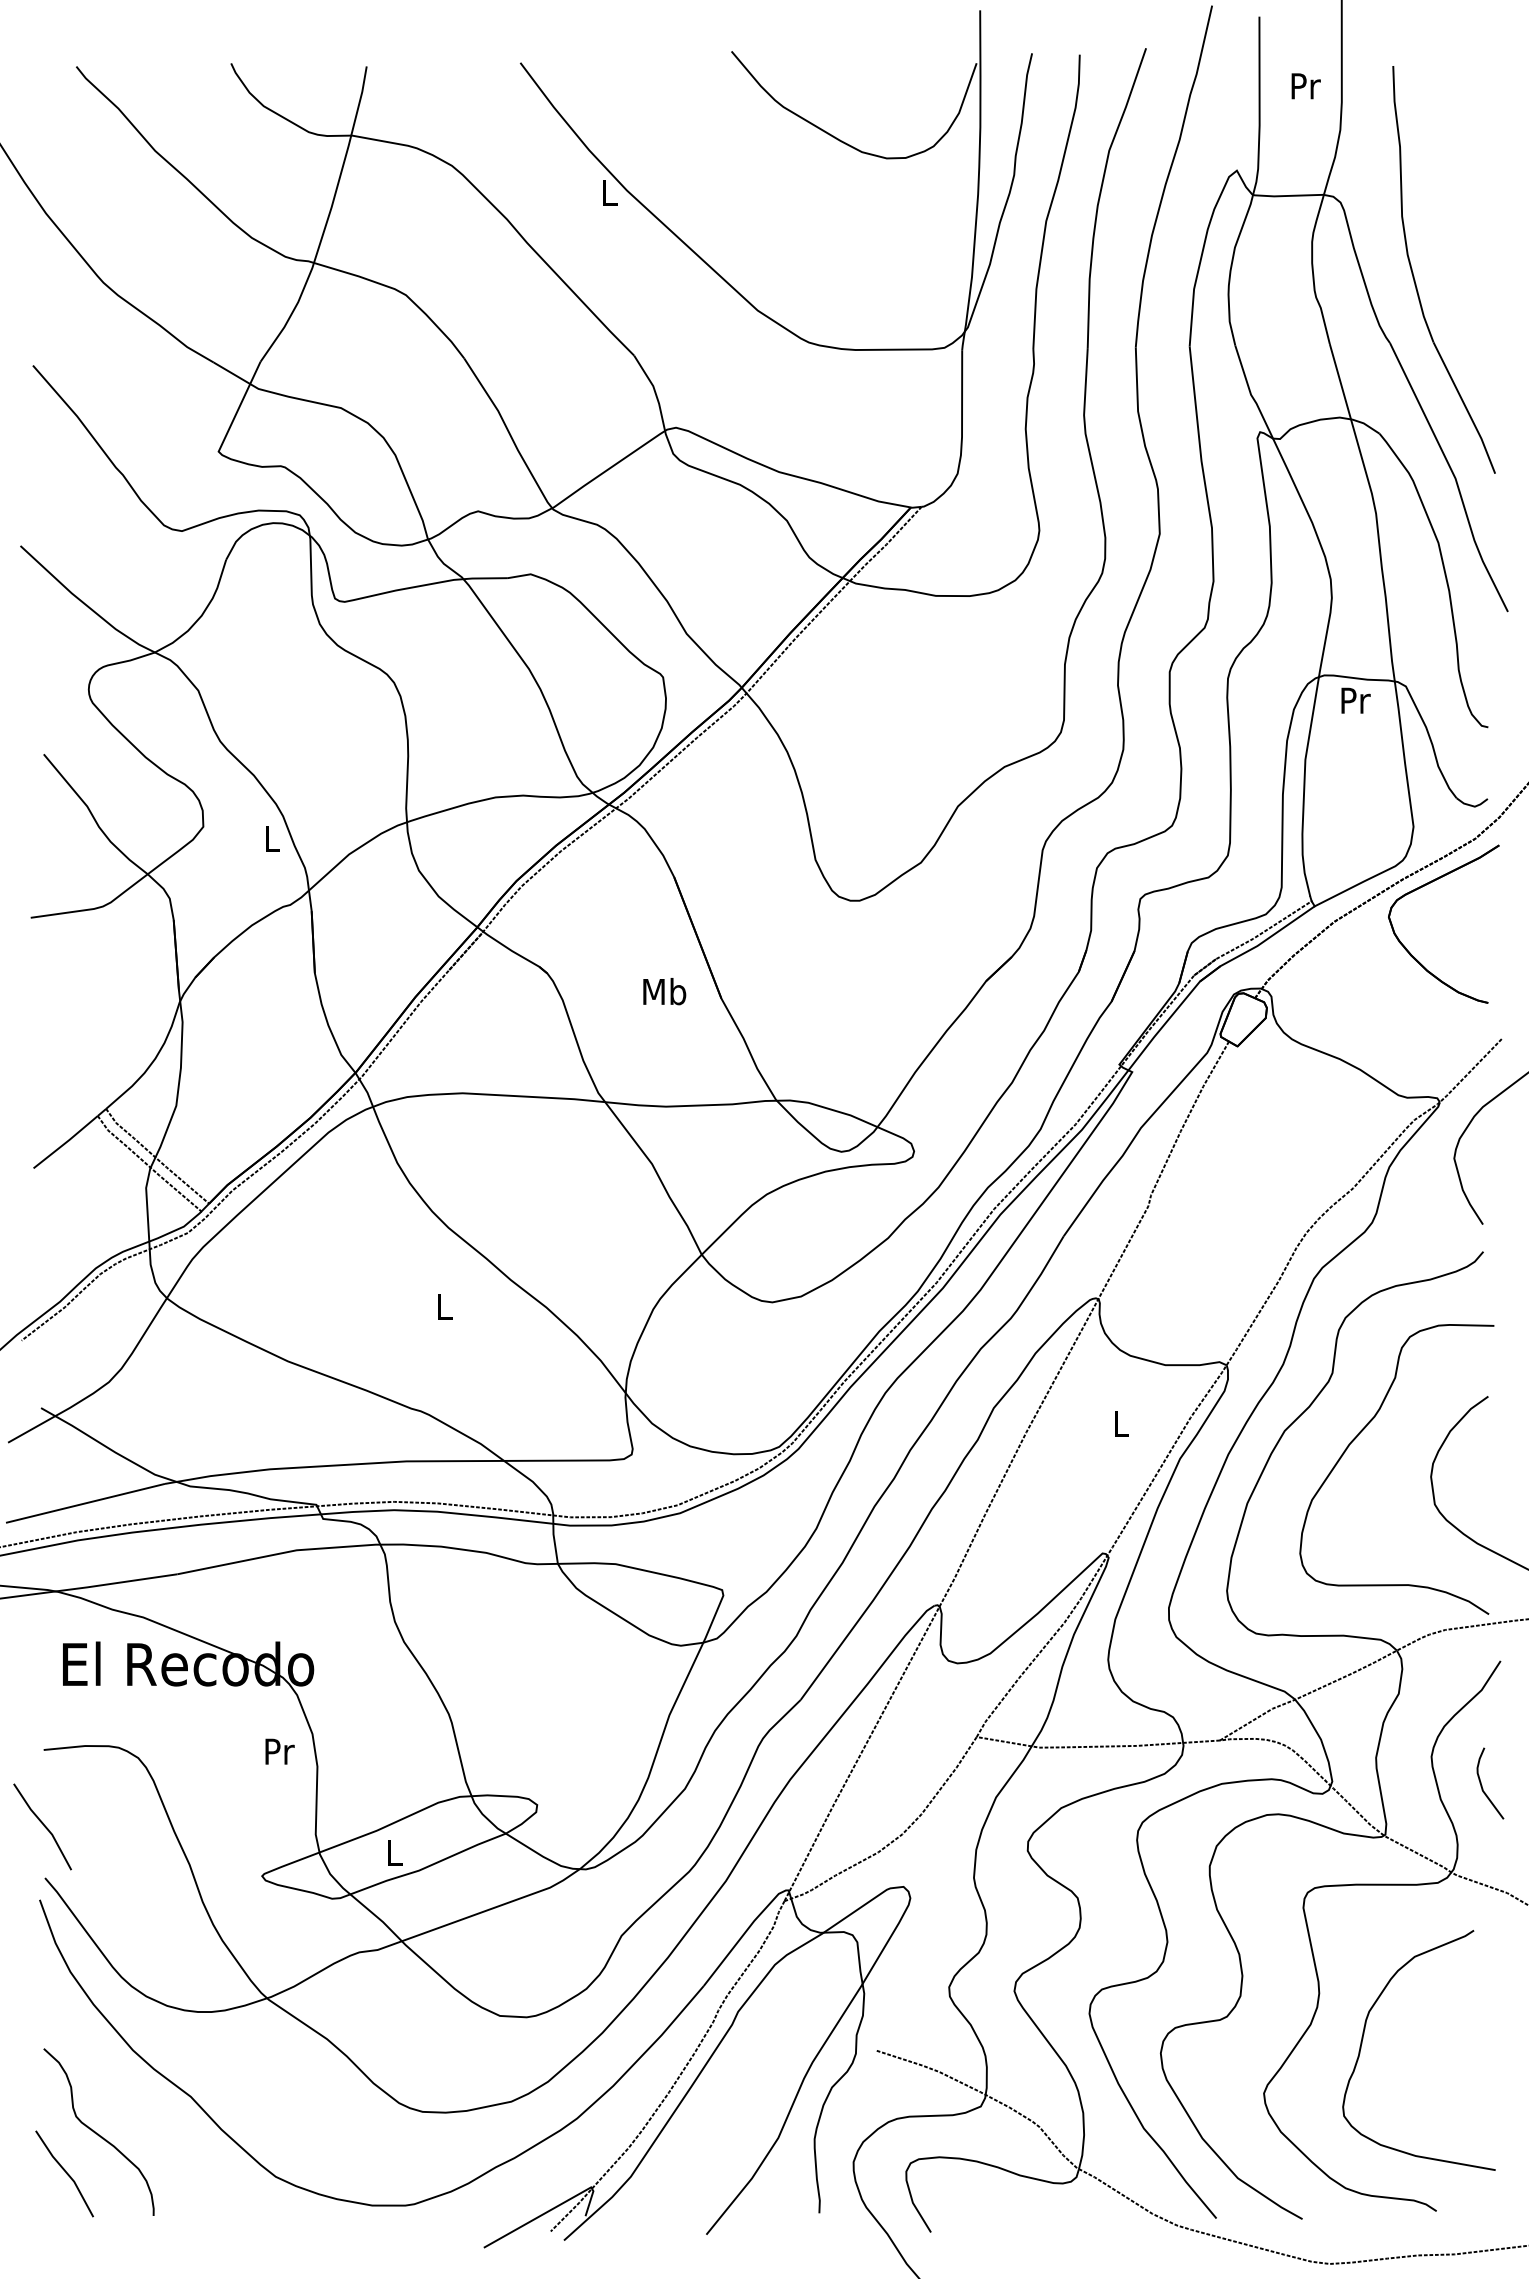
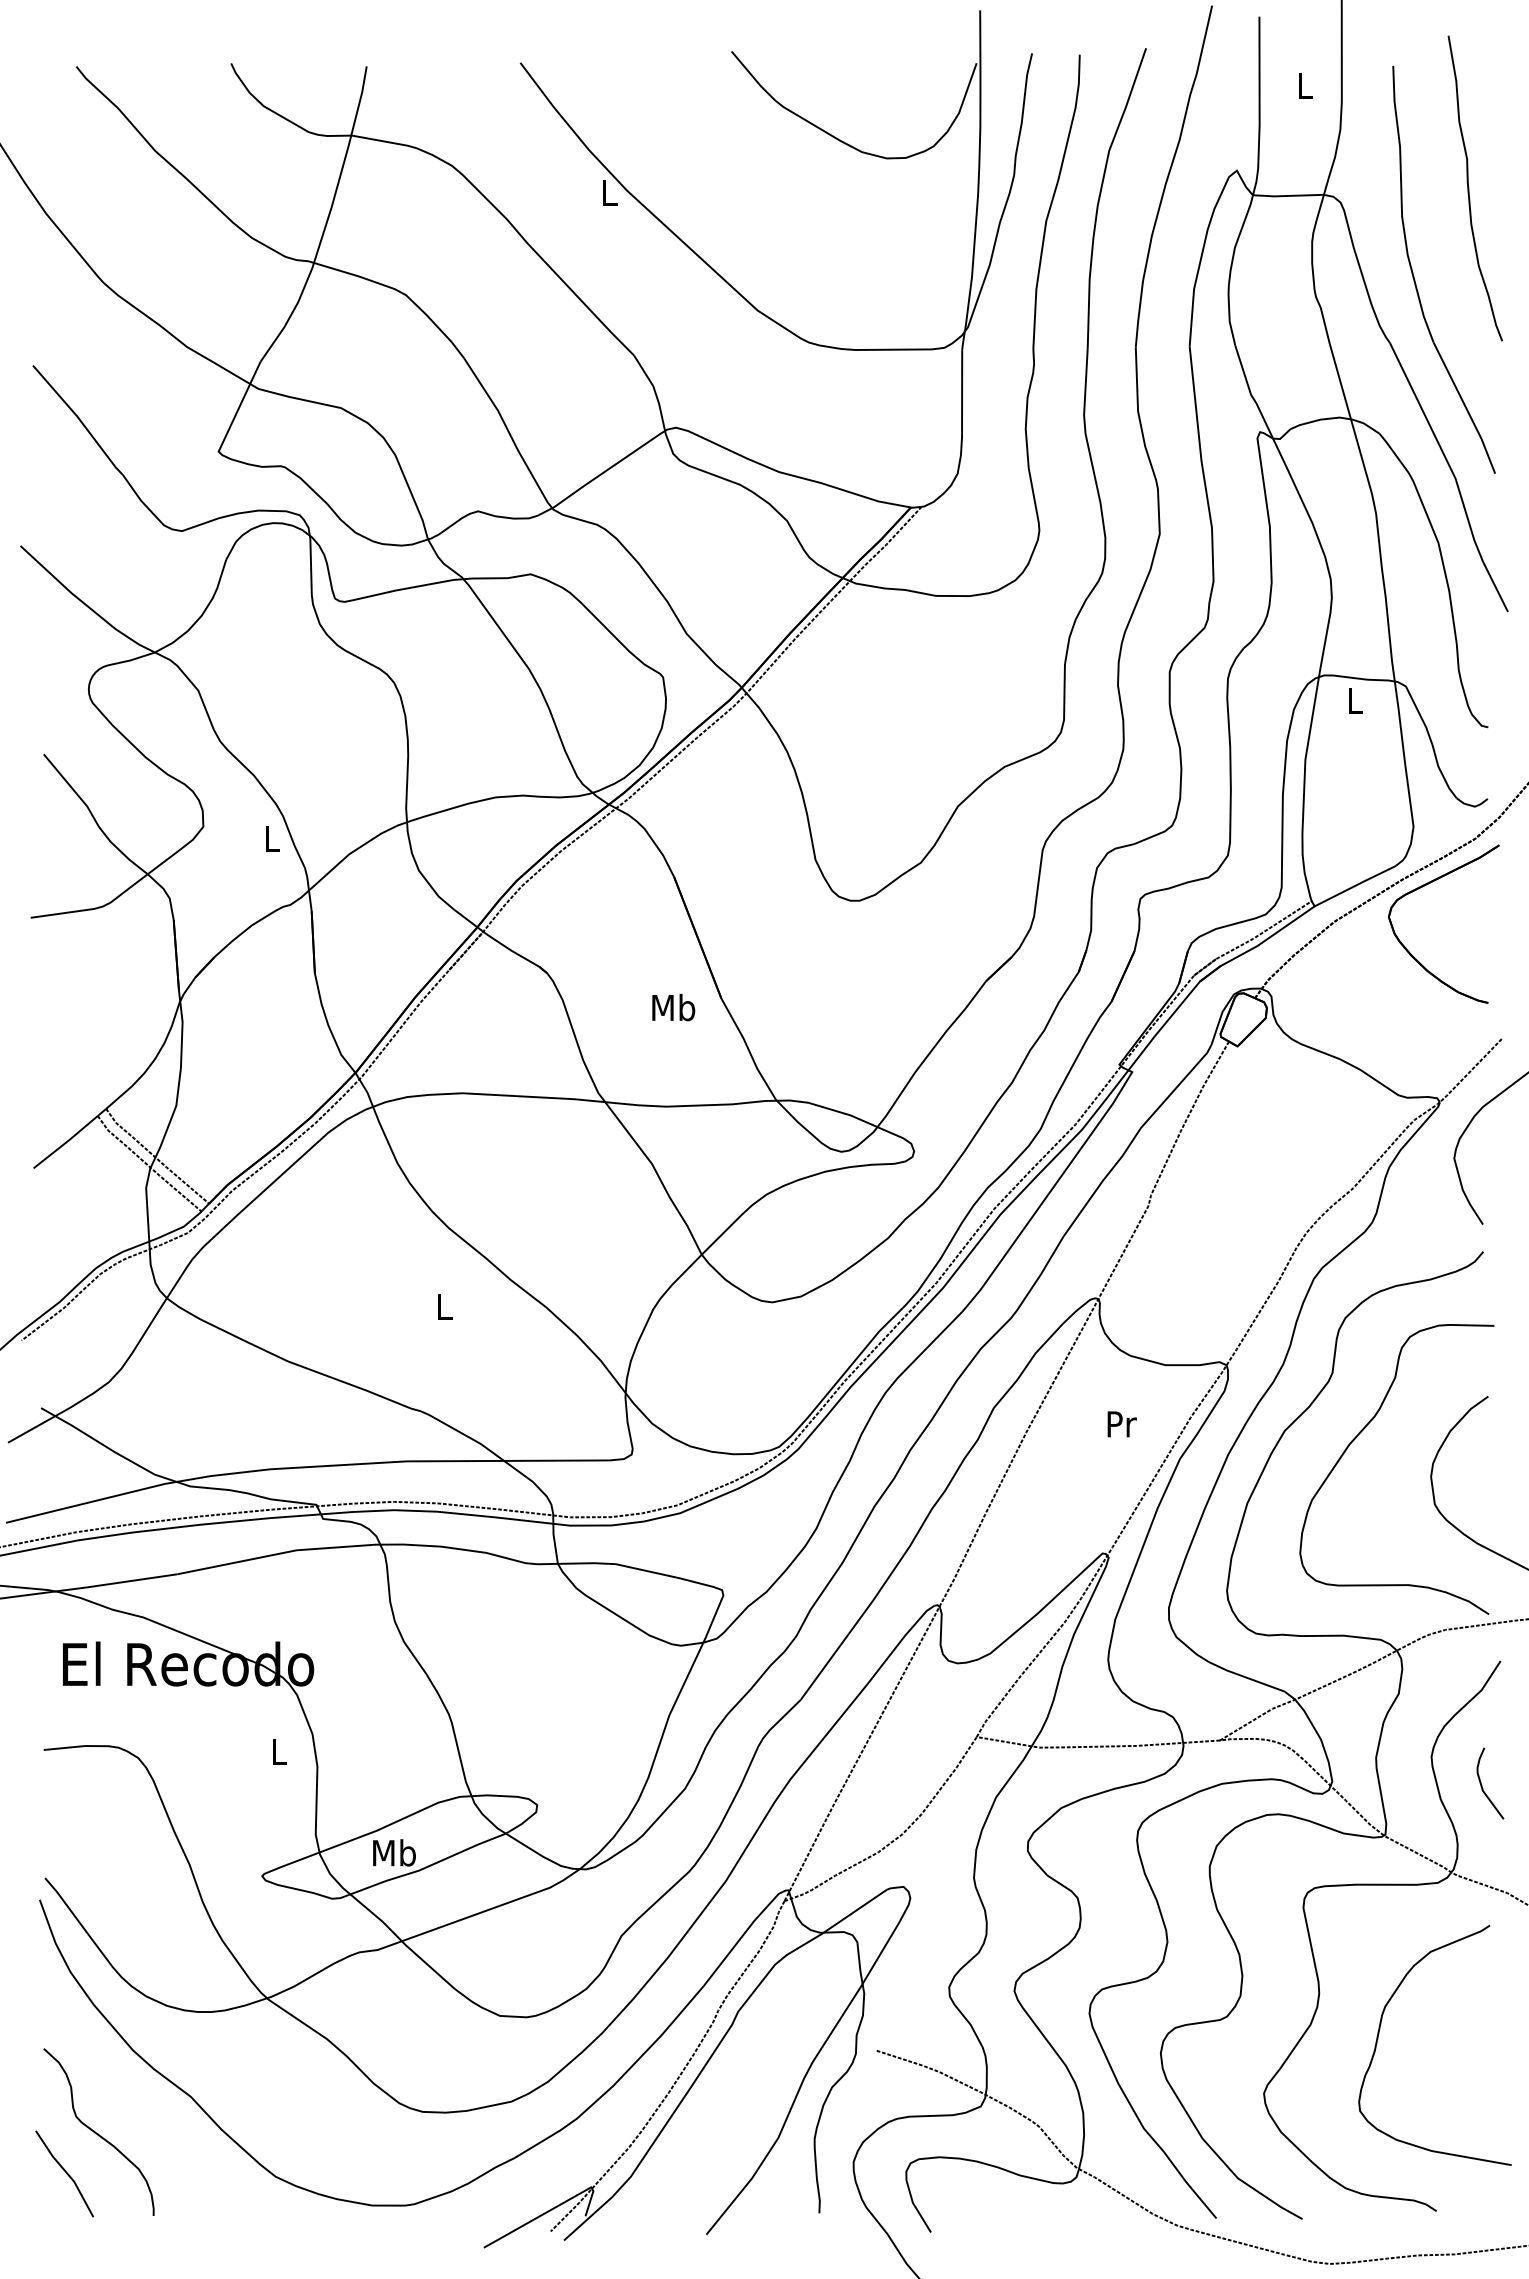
text at (1305, 86): Pr -> L
curve at (1469, 188): none -> present
text at (1355, 700): Pr -> L
text at (664, 991) position: (664, 991) -> (673, 1007)
text at (1121, 1424): L -> Pr
text at (279, 1751): Pr -> L
line at (43, 1825): present -> none
text at (394, 1852): L -> Mb
curve at (1363, 2039) position: (1363, 2039) -> (1379, 2034)
